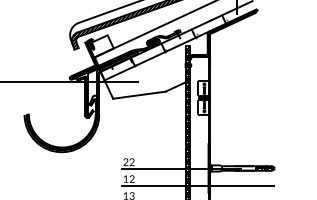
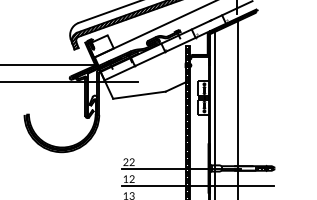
line at (49, 65): none -> present
line at (237, 108): none -> present
line at (215, 113): none -> present
